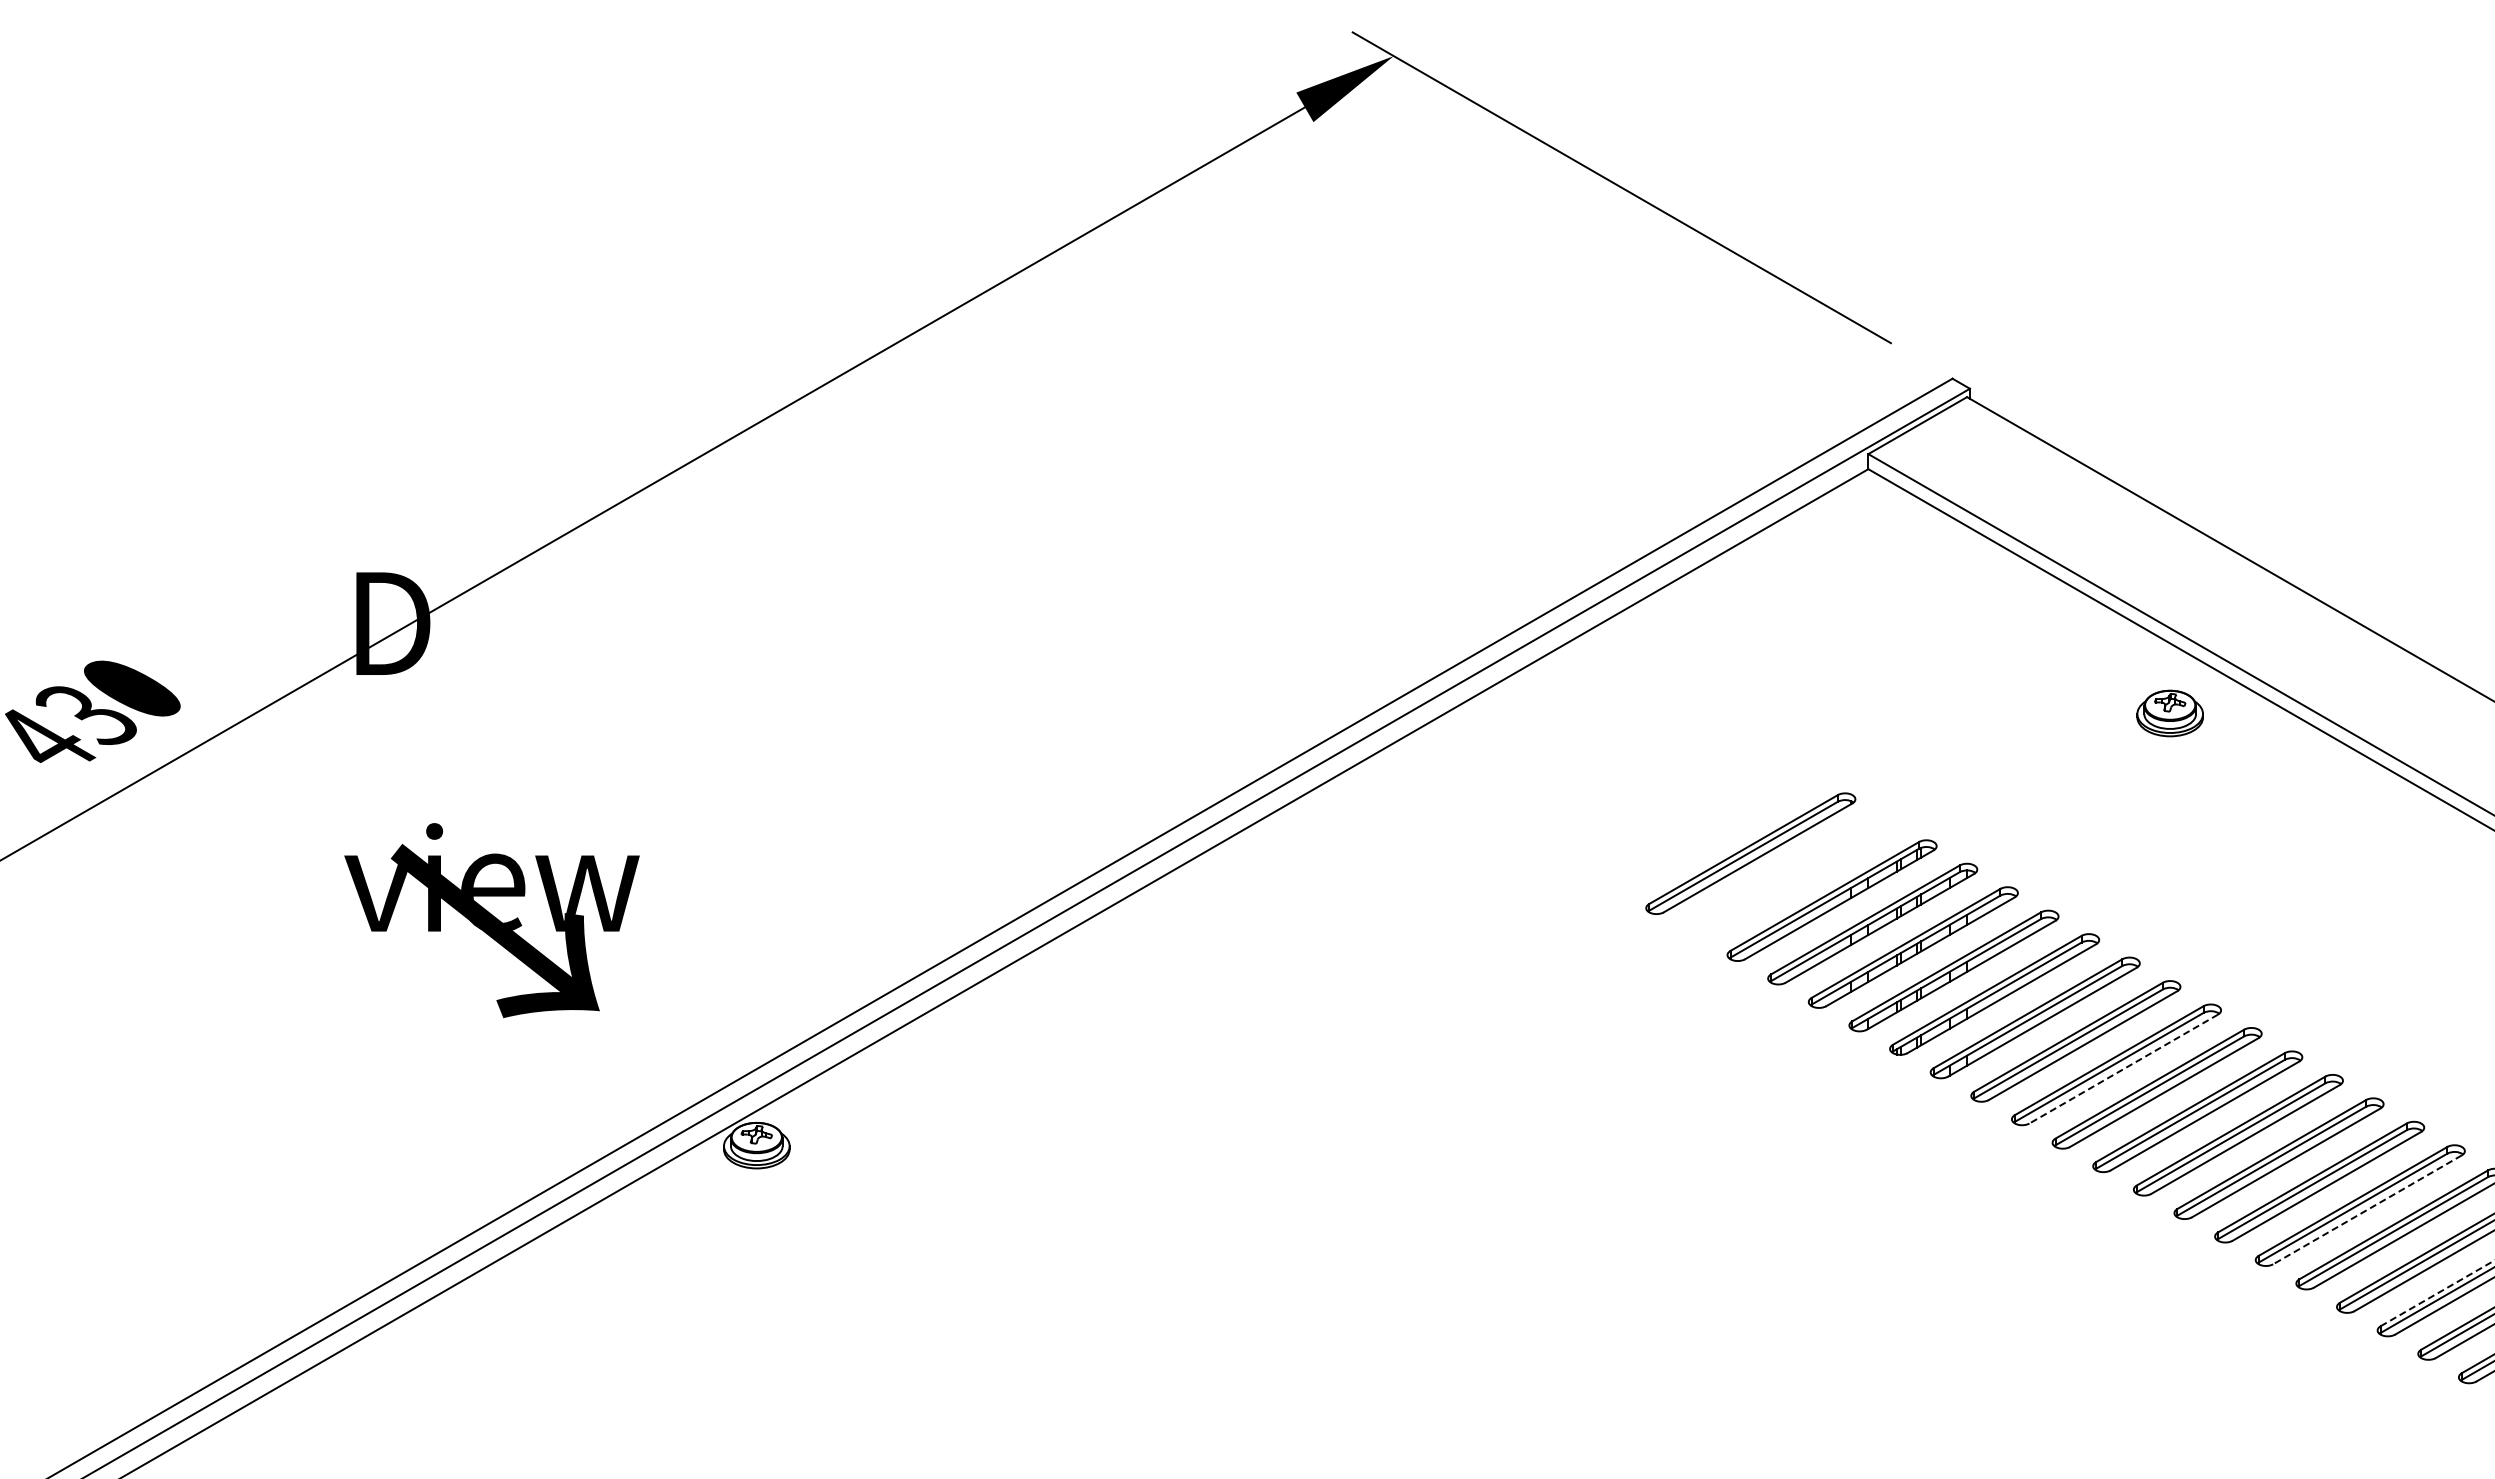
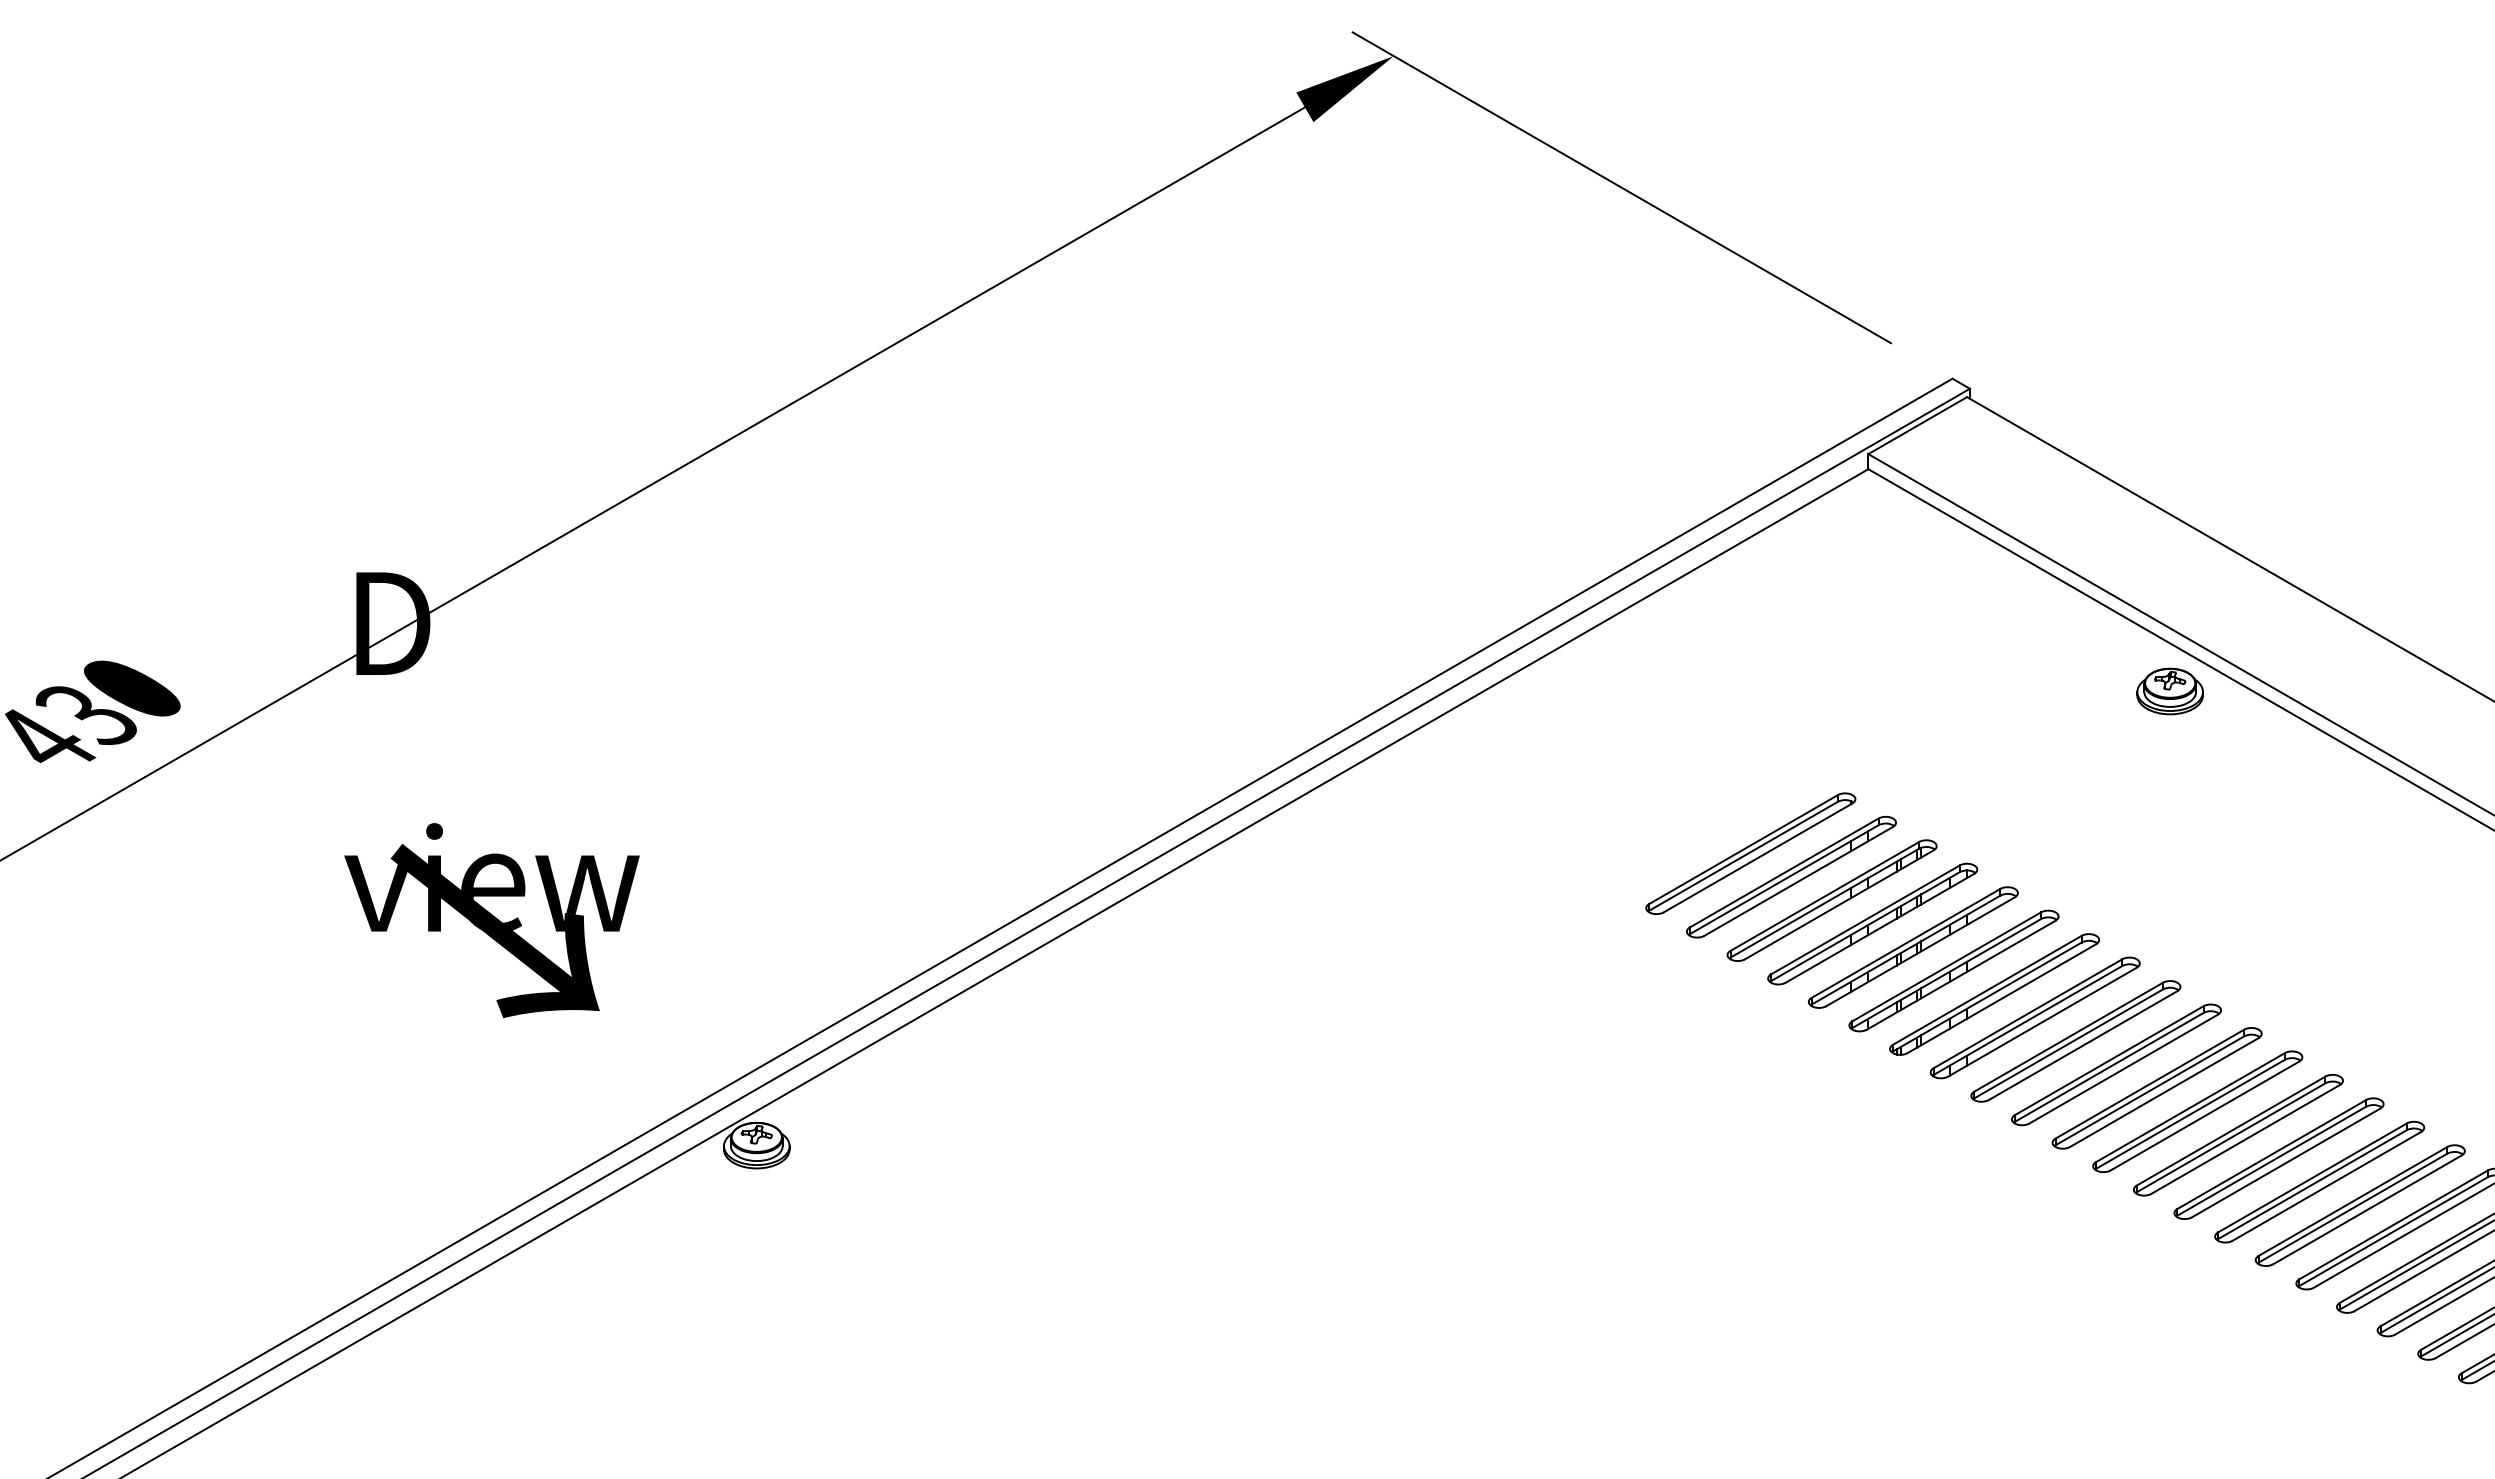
part at (2169, 713) position: (2169, 713) -> (2169, 691)
part at (1791, 877): none -> present
line at (2123, 1069): dashed -> solid
line at (2367, 1209): dashed -> solid
line at (2437, 1293): dashed -> solid
